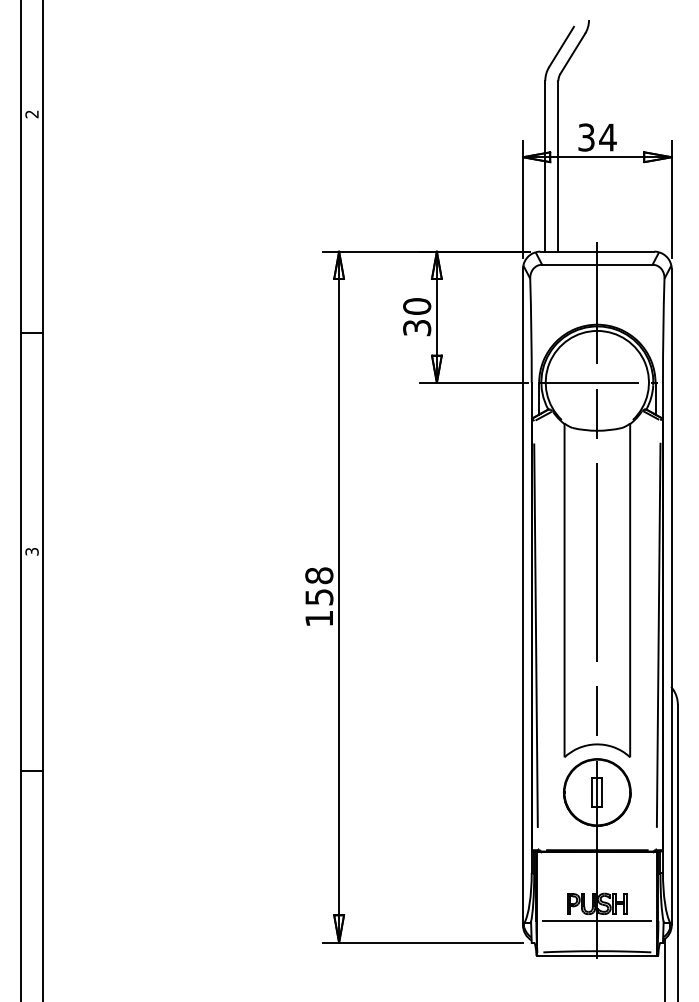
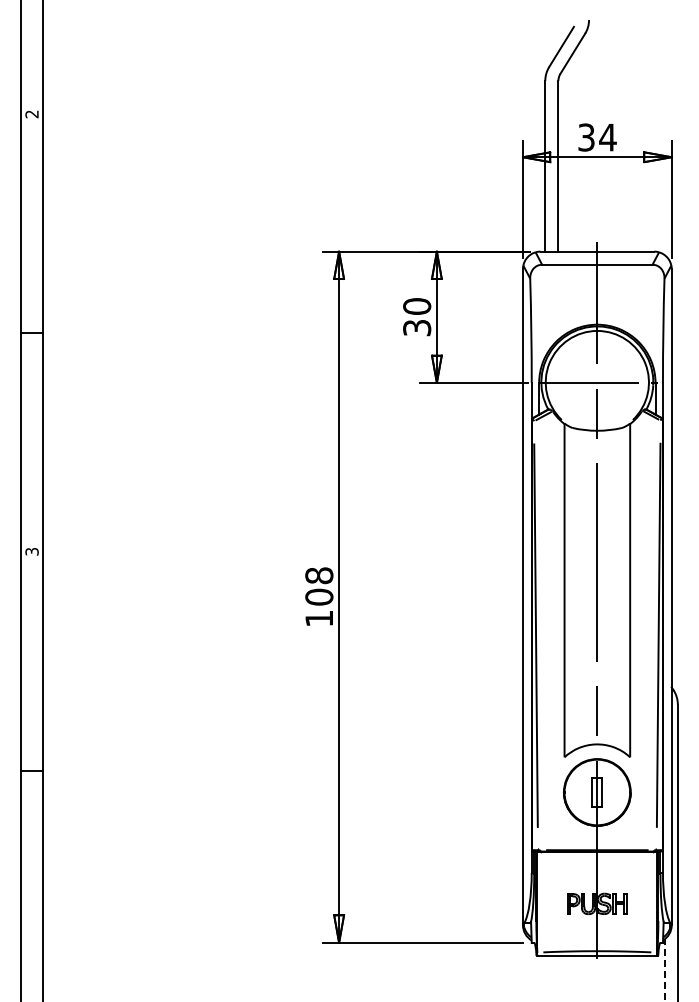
text at (319, 596): 158 -> 108
line at (597, 920): present -> none
line at (664, 970): solid -> dashed
